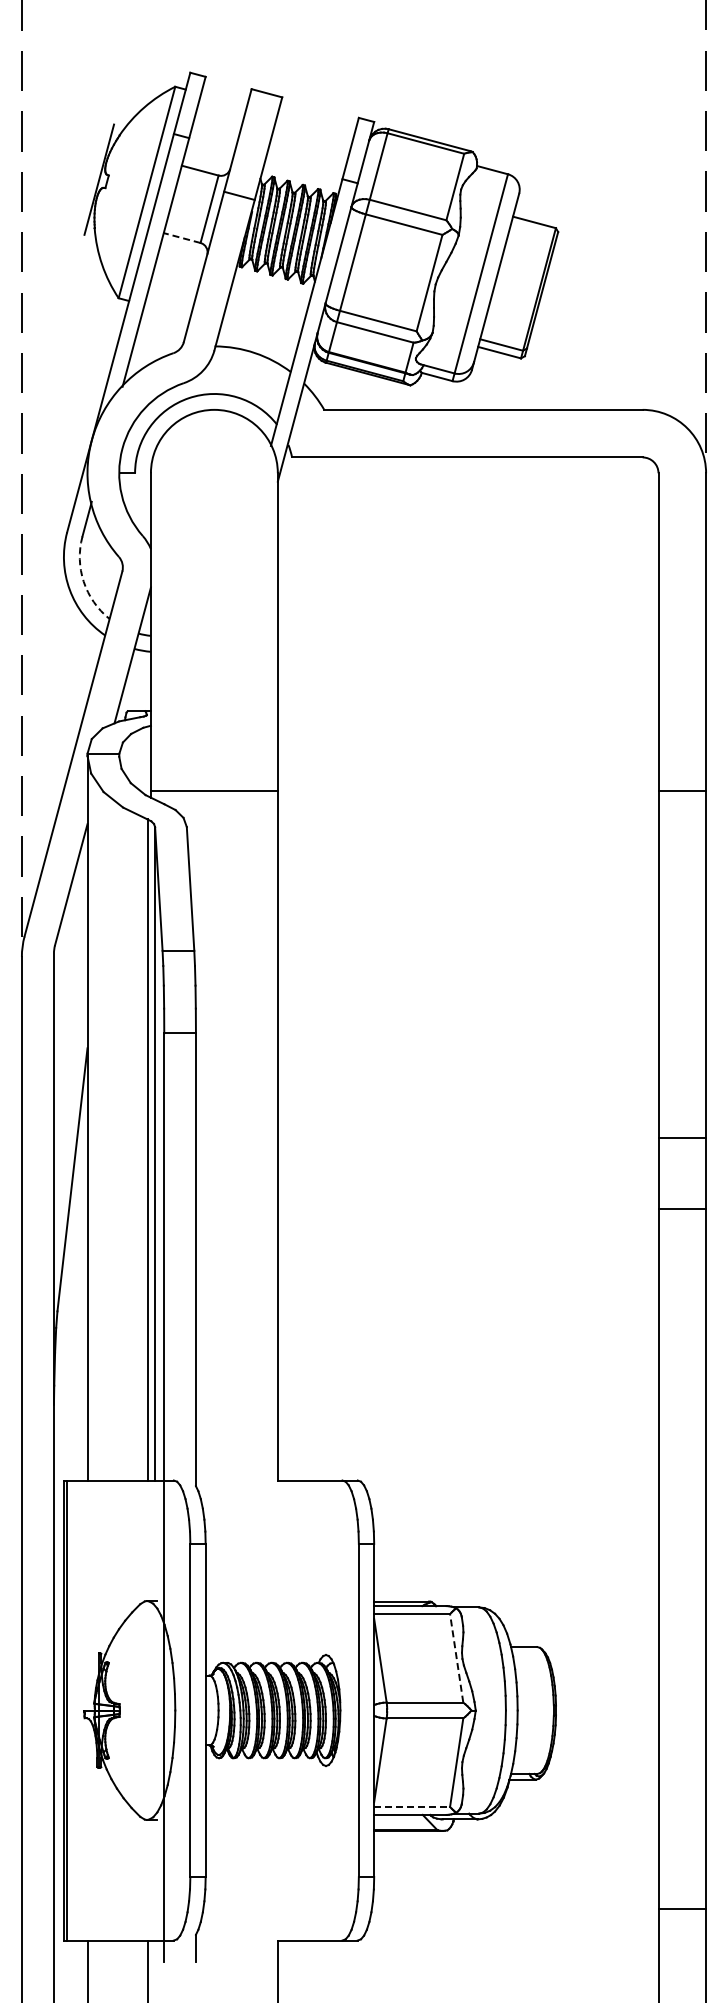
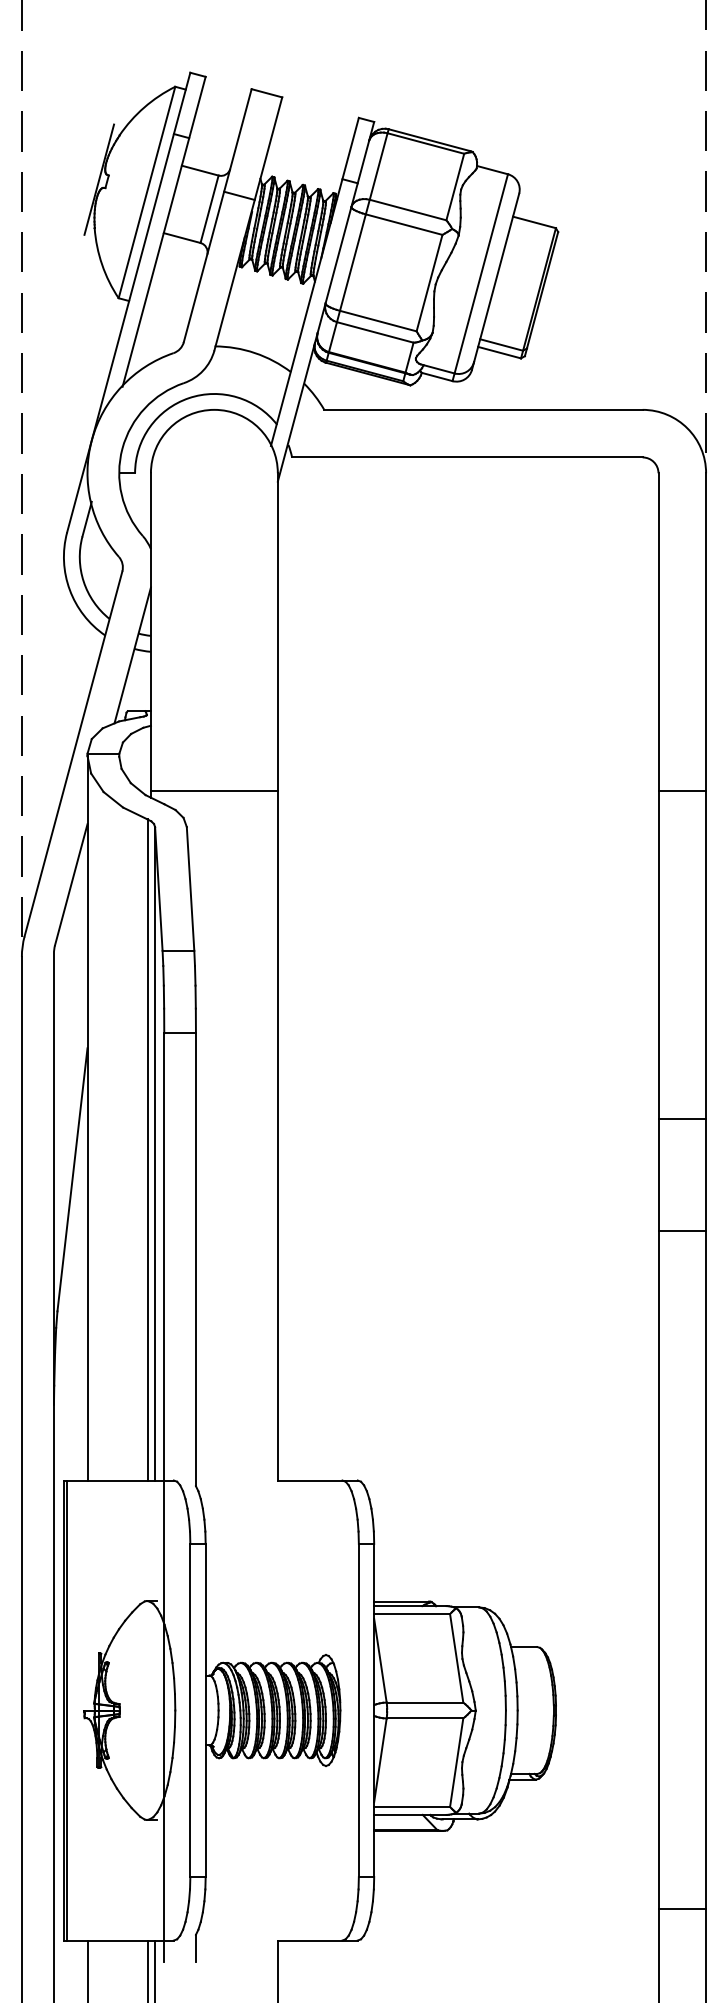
line at (181, 237): dashed -> solid
arc at (83, 581): dashed -> solid
line at (682, 1138) position: (682, 1138) -> (682, 1119)
line at (682, 1208) position: (682, 1208) -> (682, 1230)
line at (456, 1658): dashed -> solid
line at (412, 1806): dashed -> solid
line at (155, 1969): none -> present
